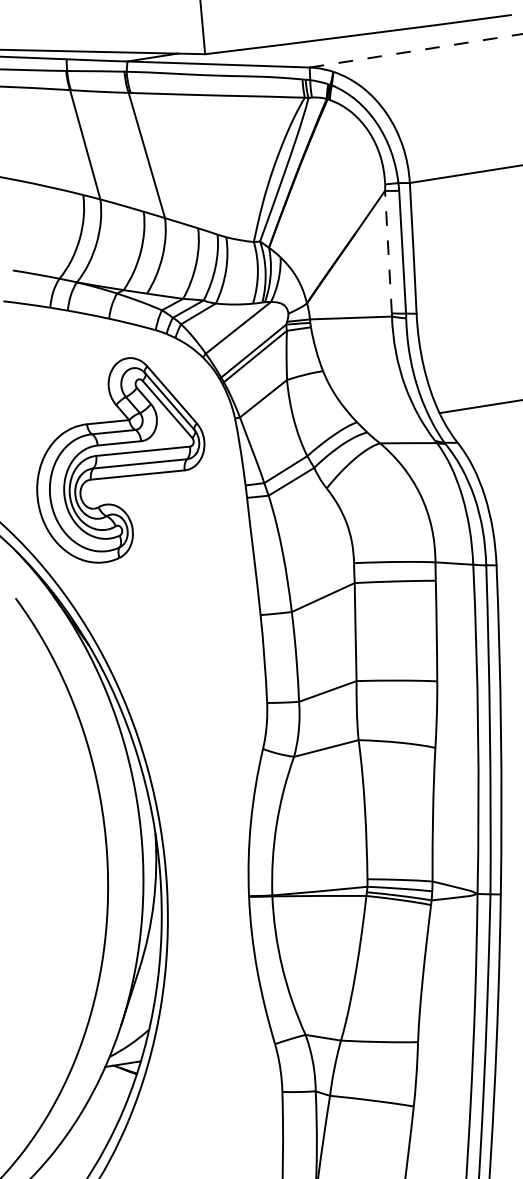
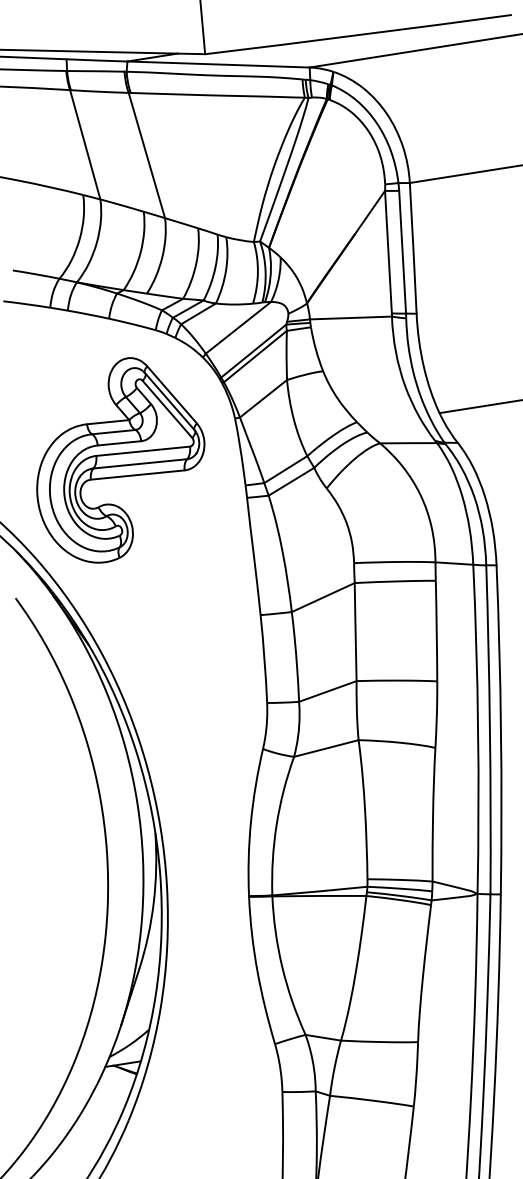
line at (416, 50): dashed -> solid
line at (388, 251): dashed -> solid
